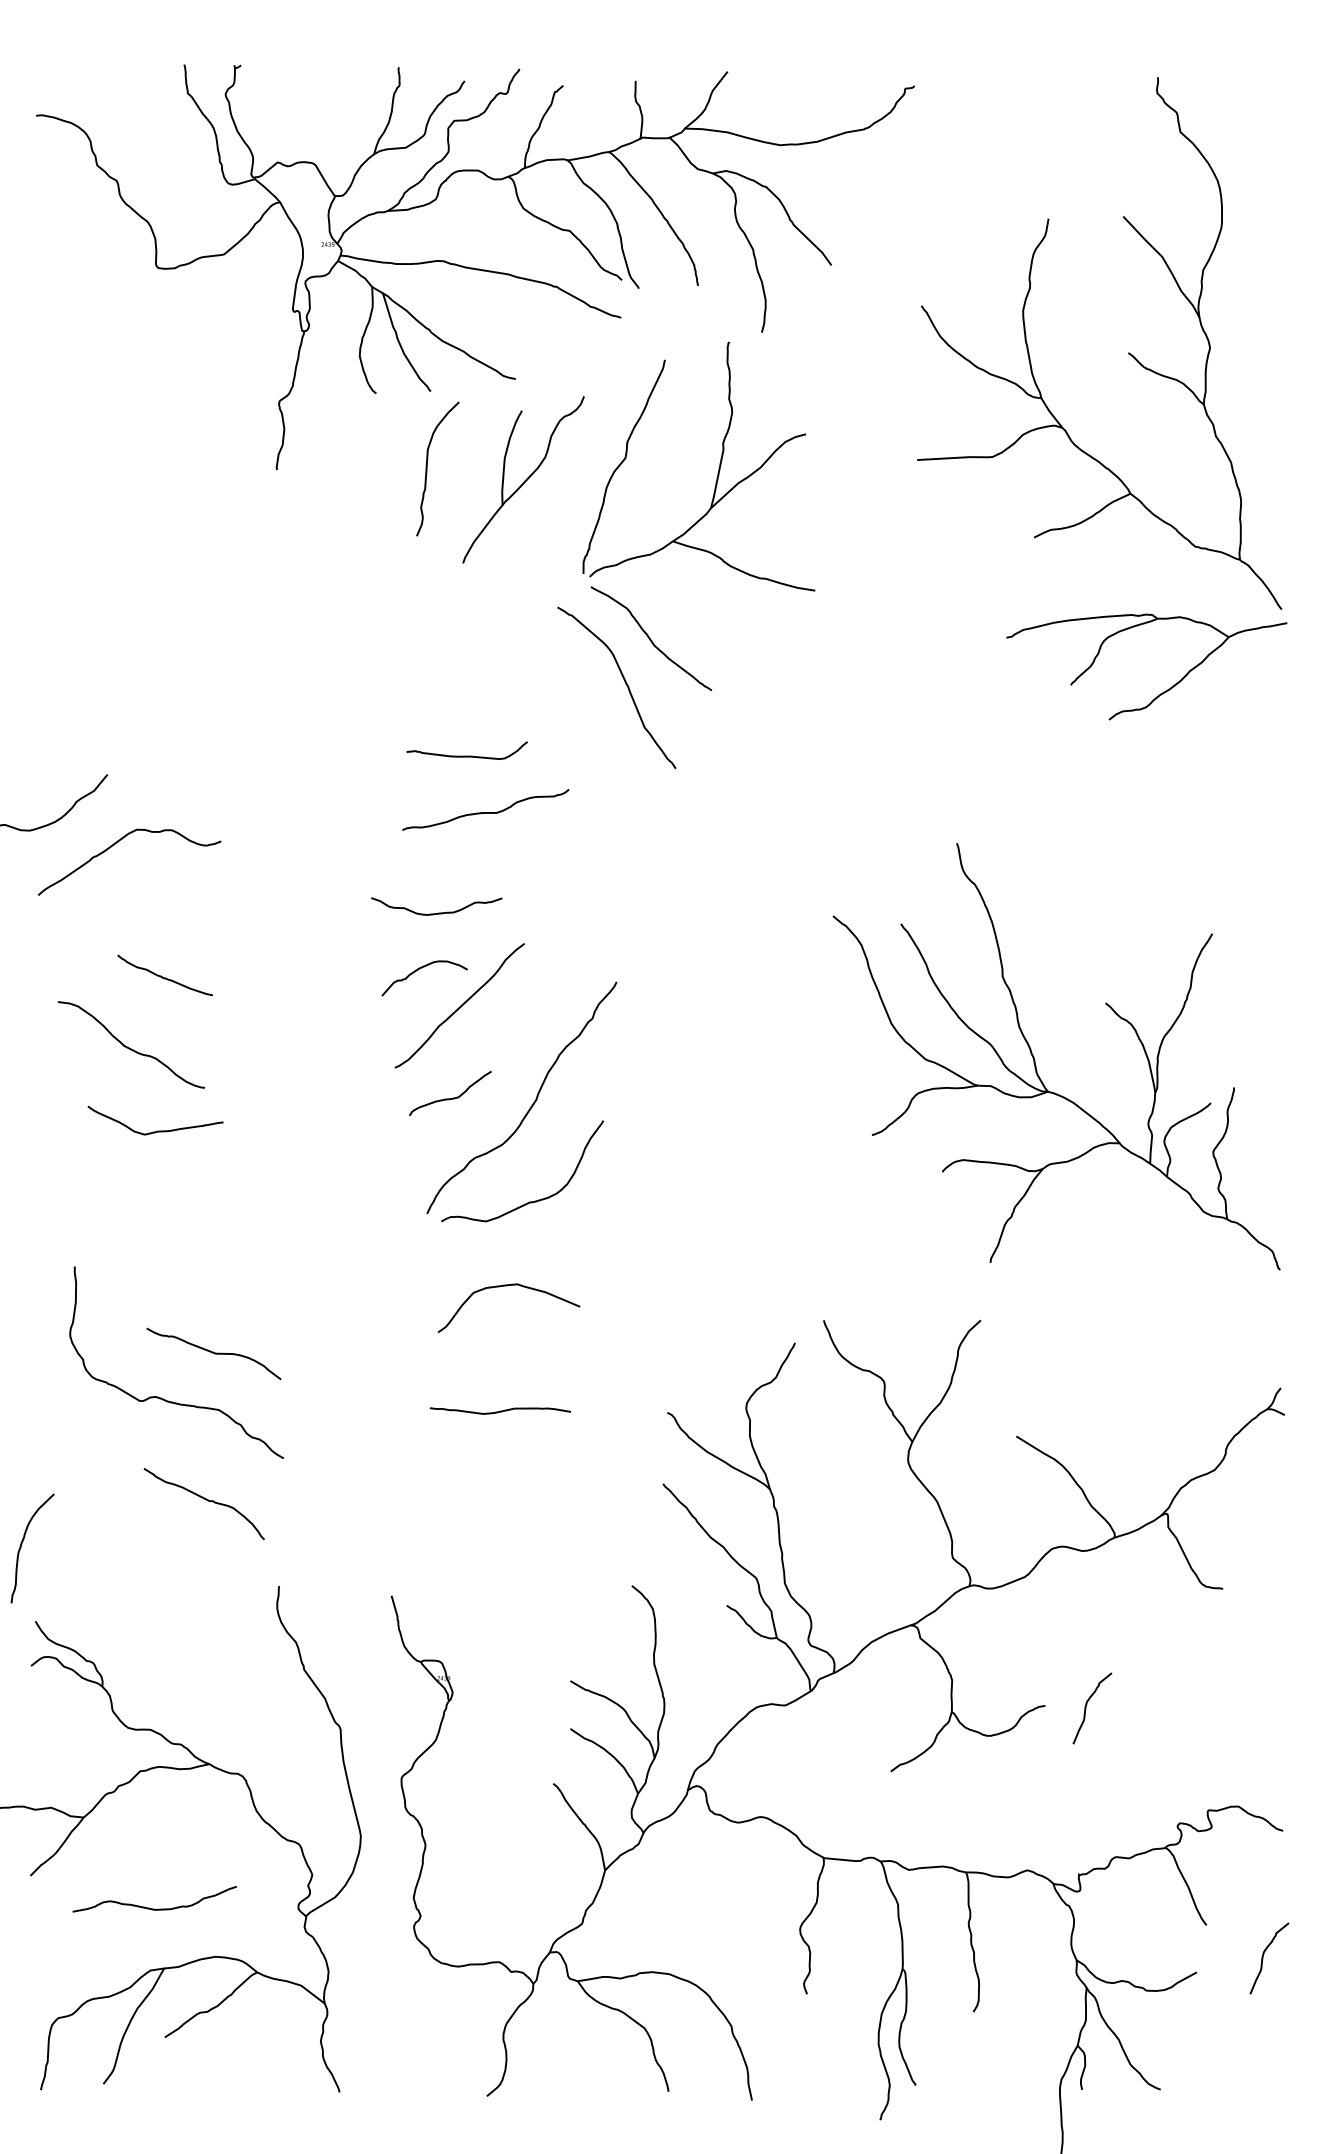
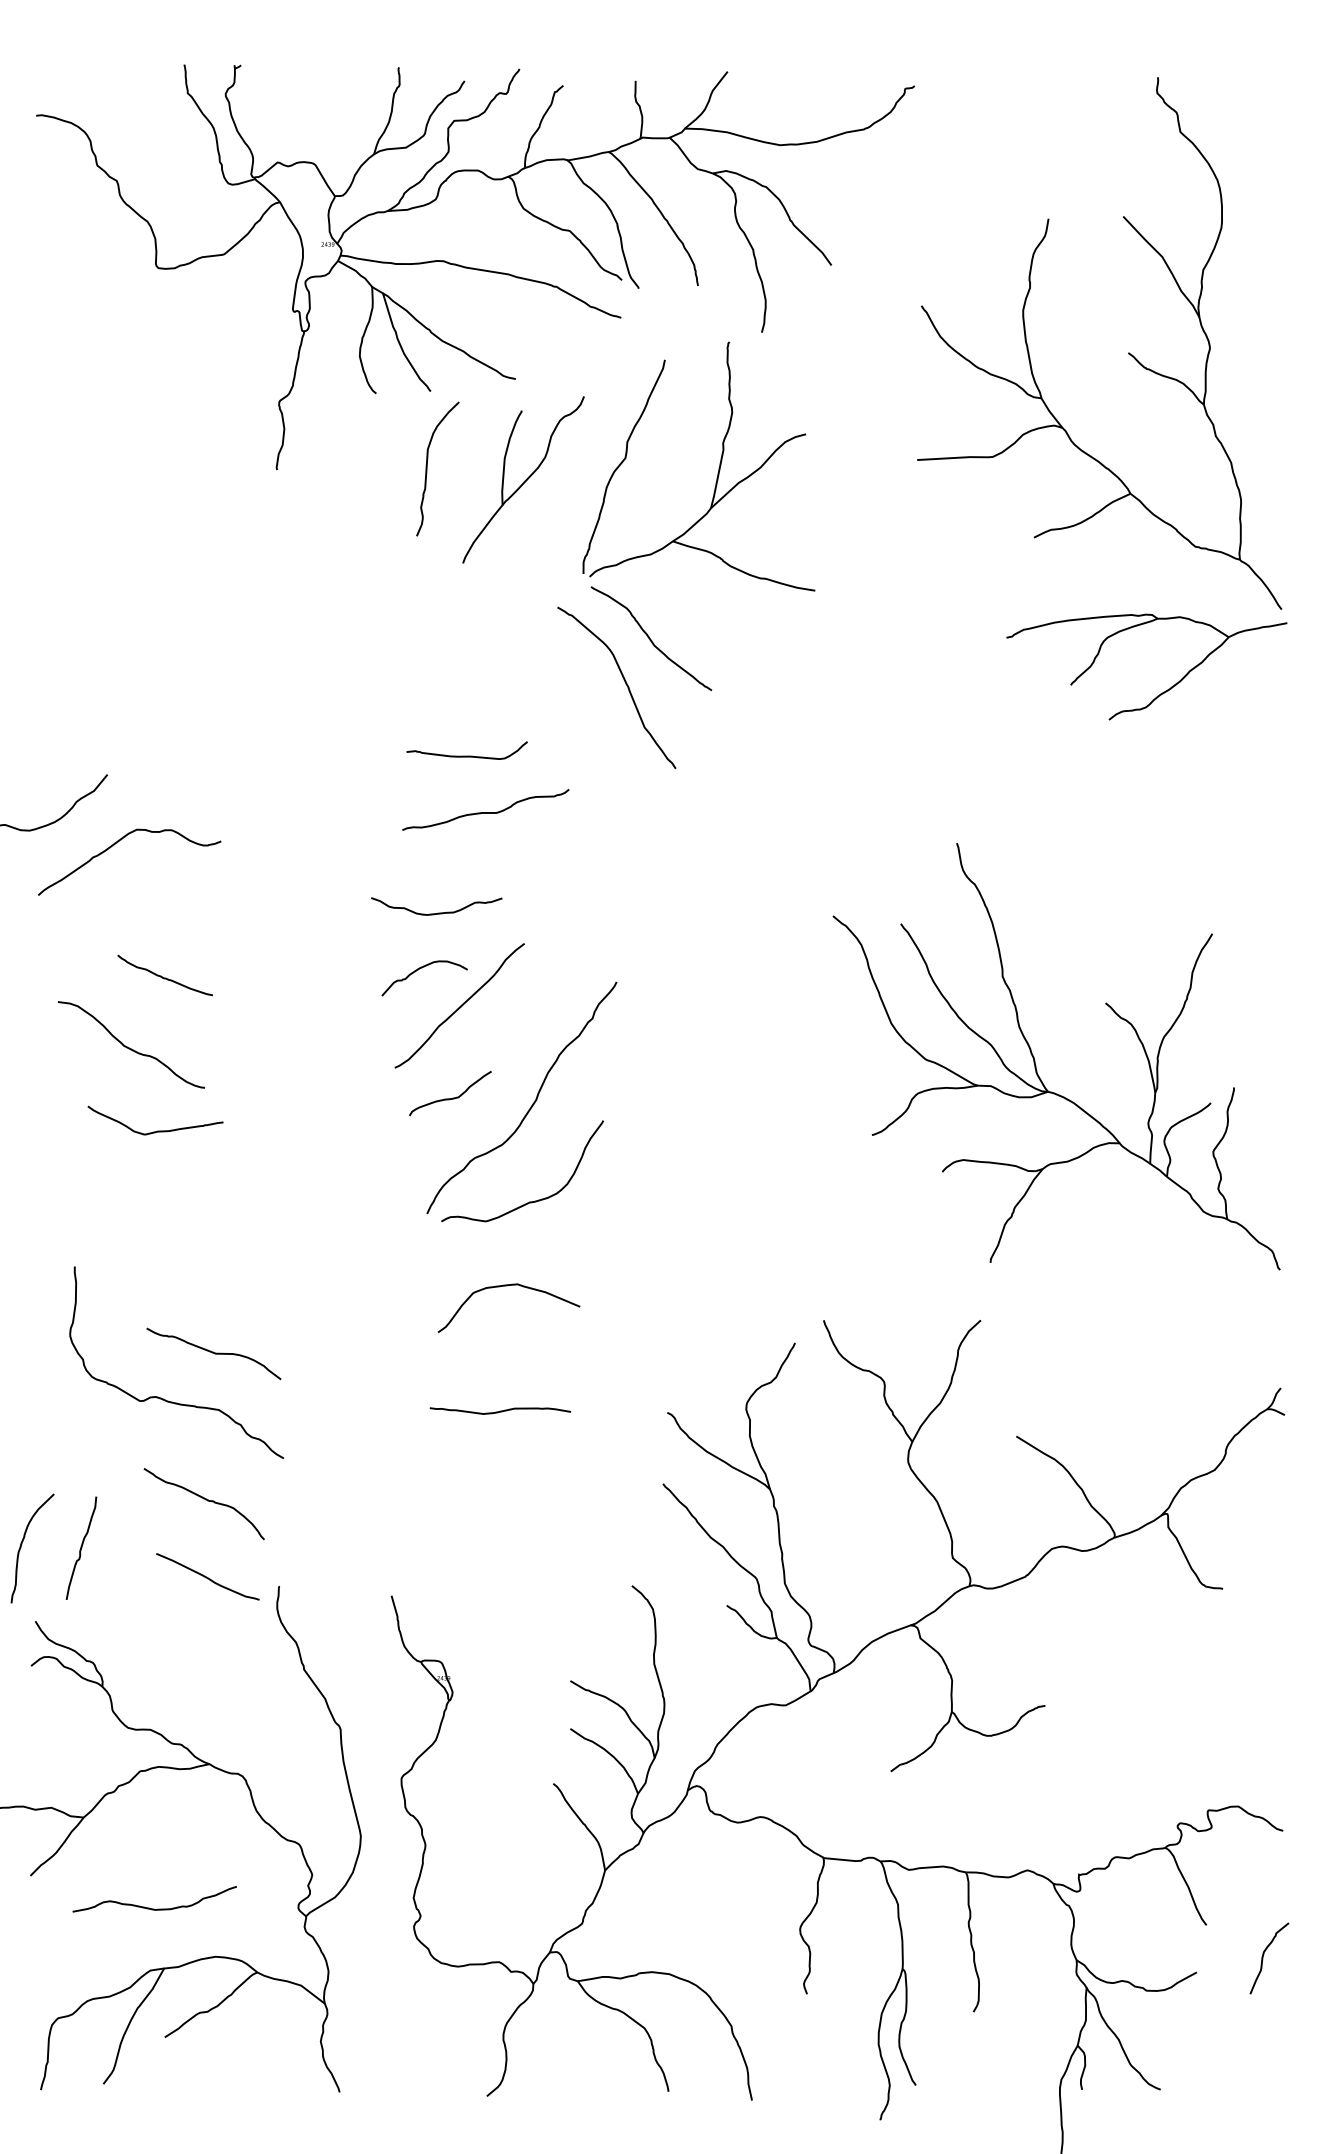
curve at (81, 1547): none -> present
curve at (206, 1576): none -> present
curve at (1086, 1708): present -> none
